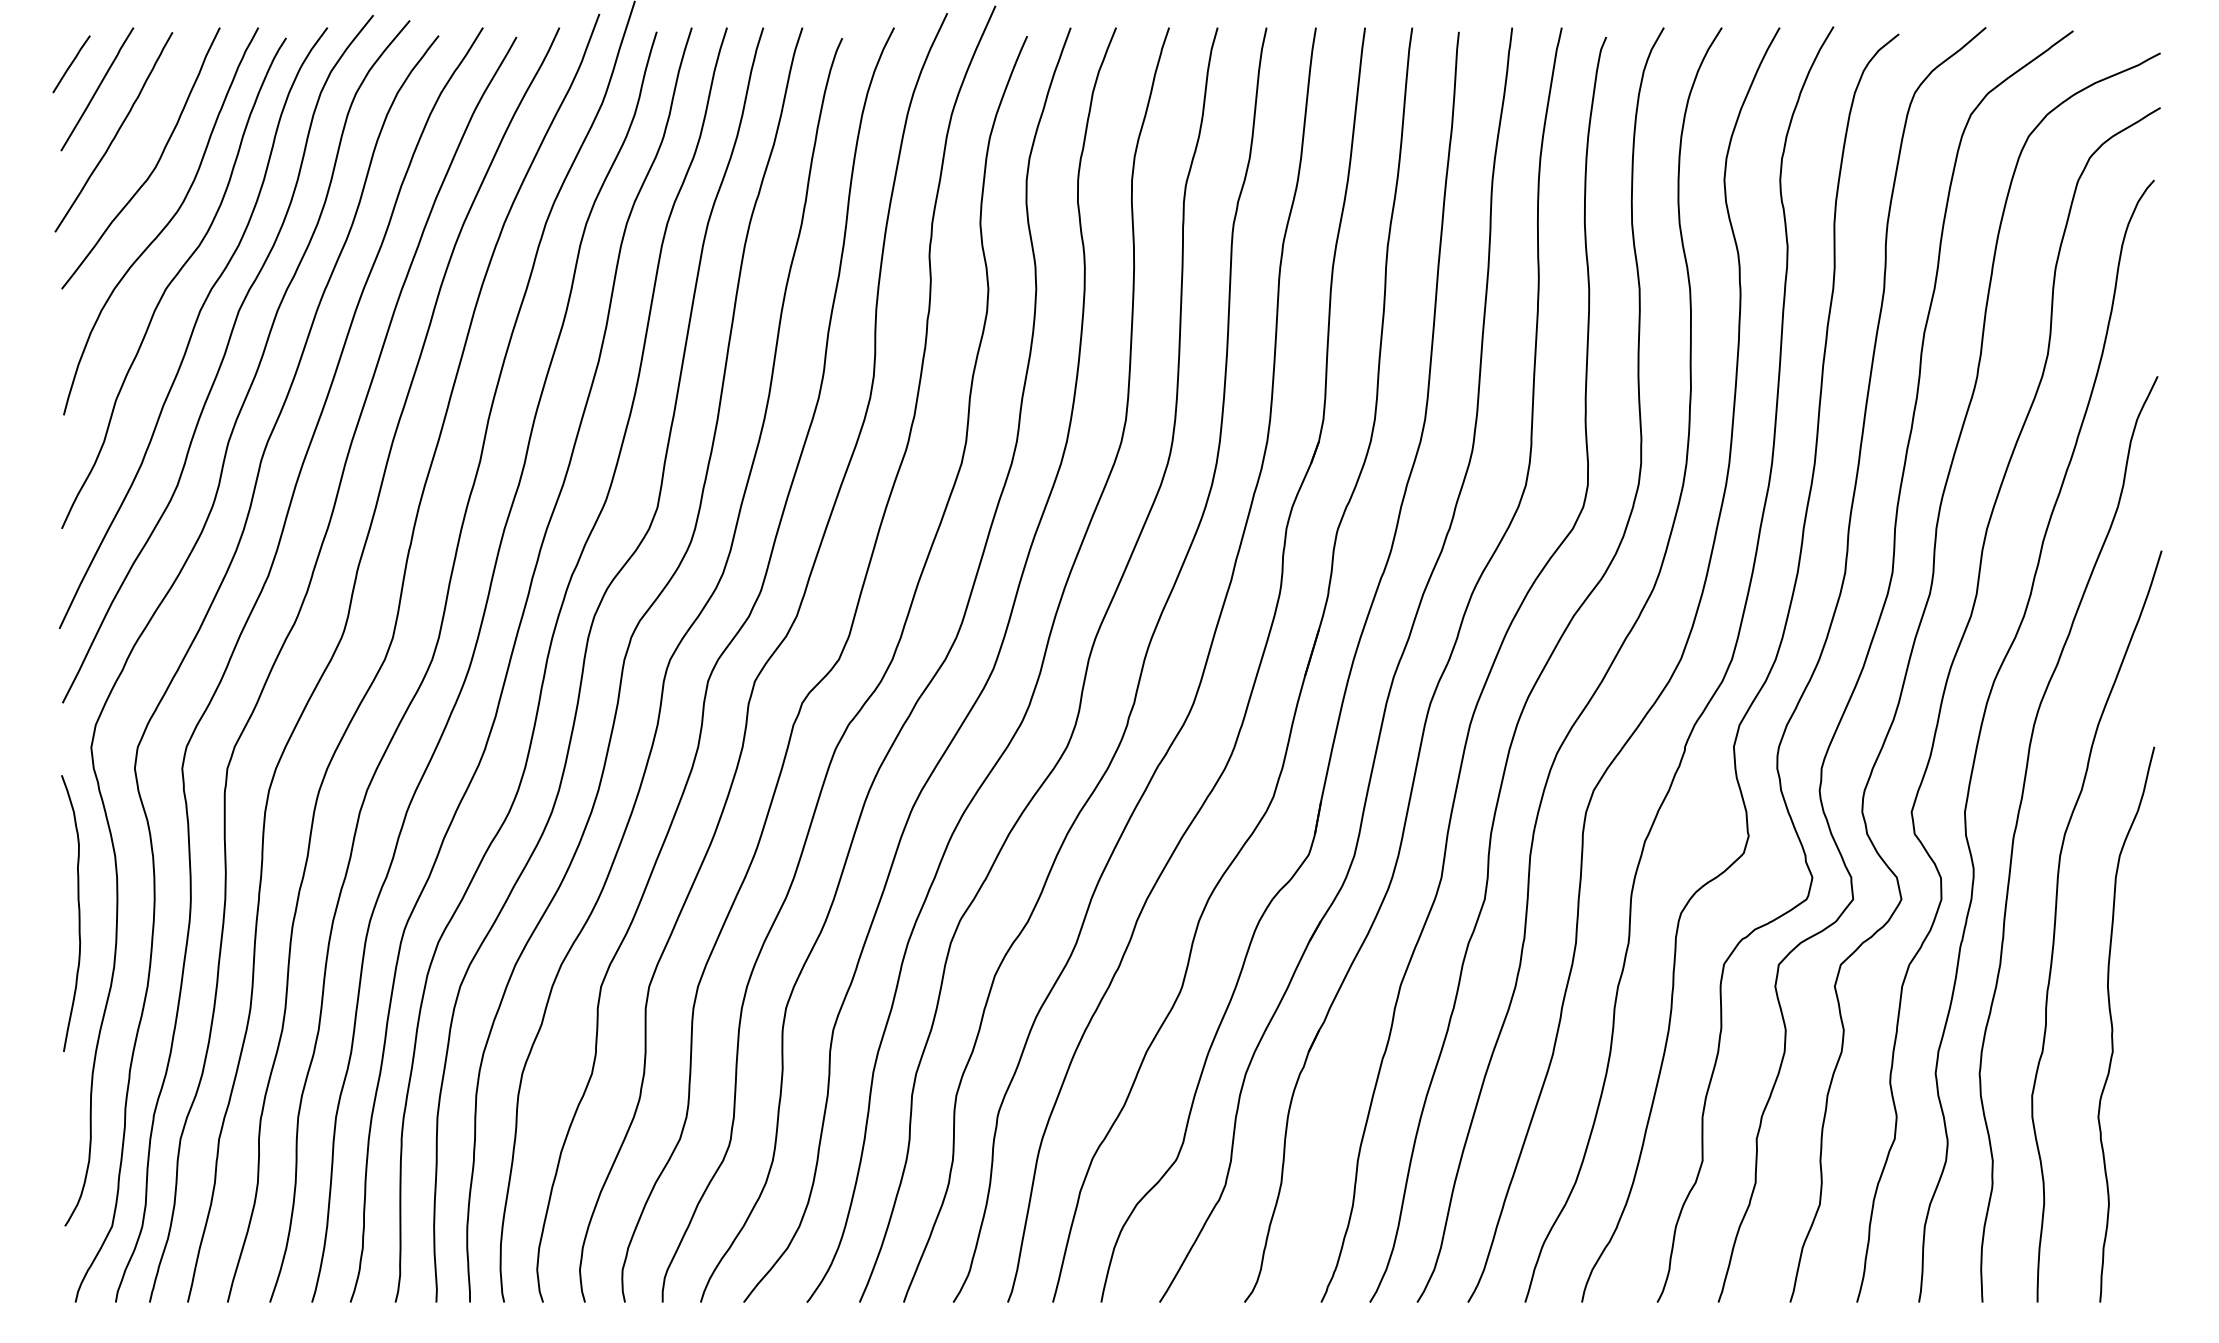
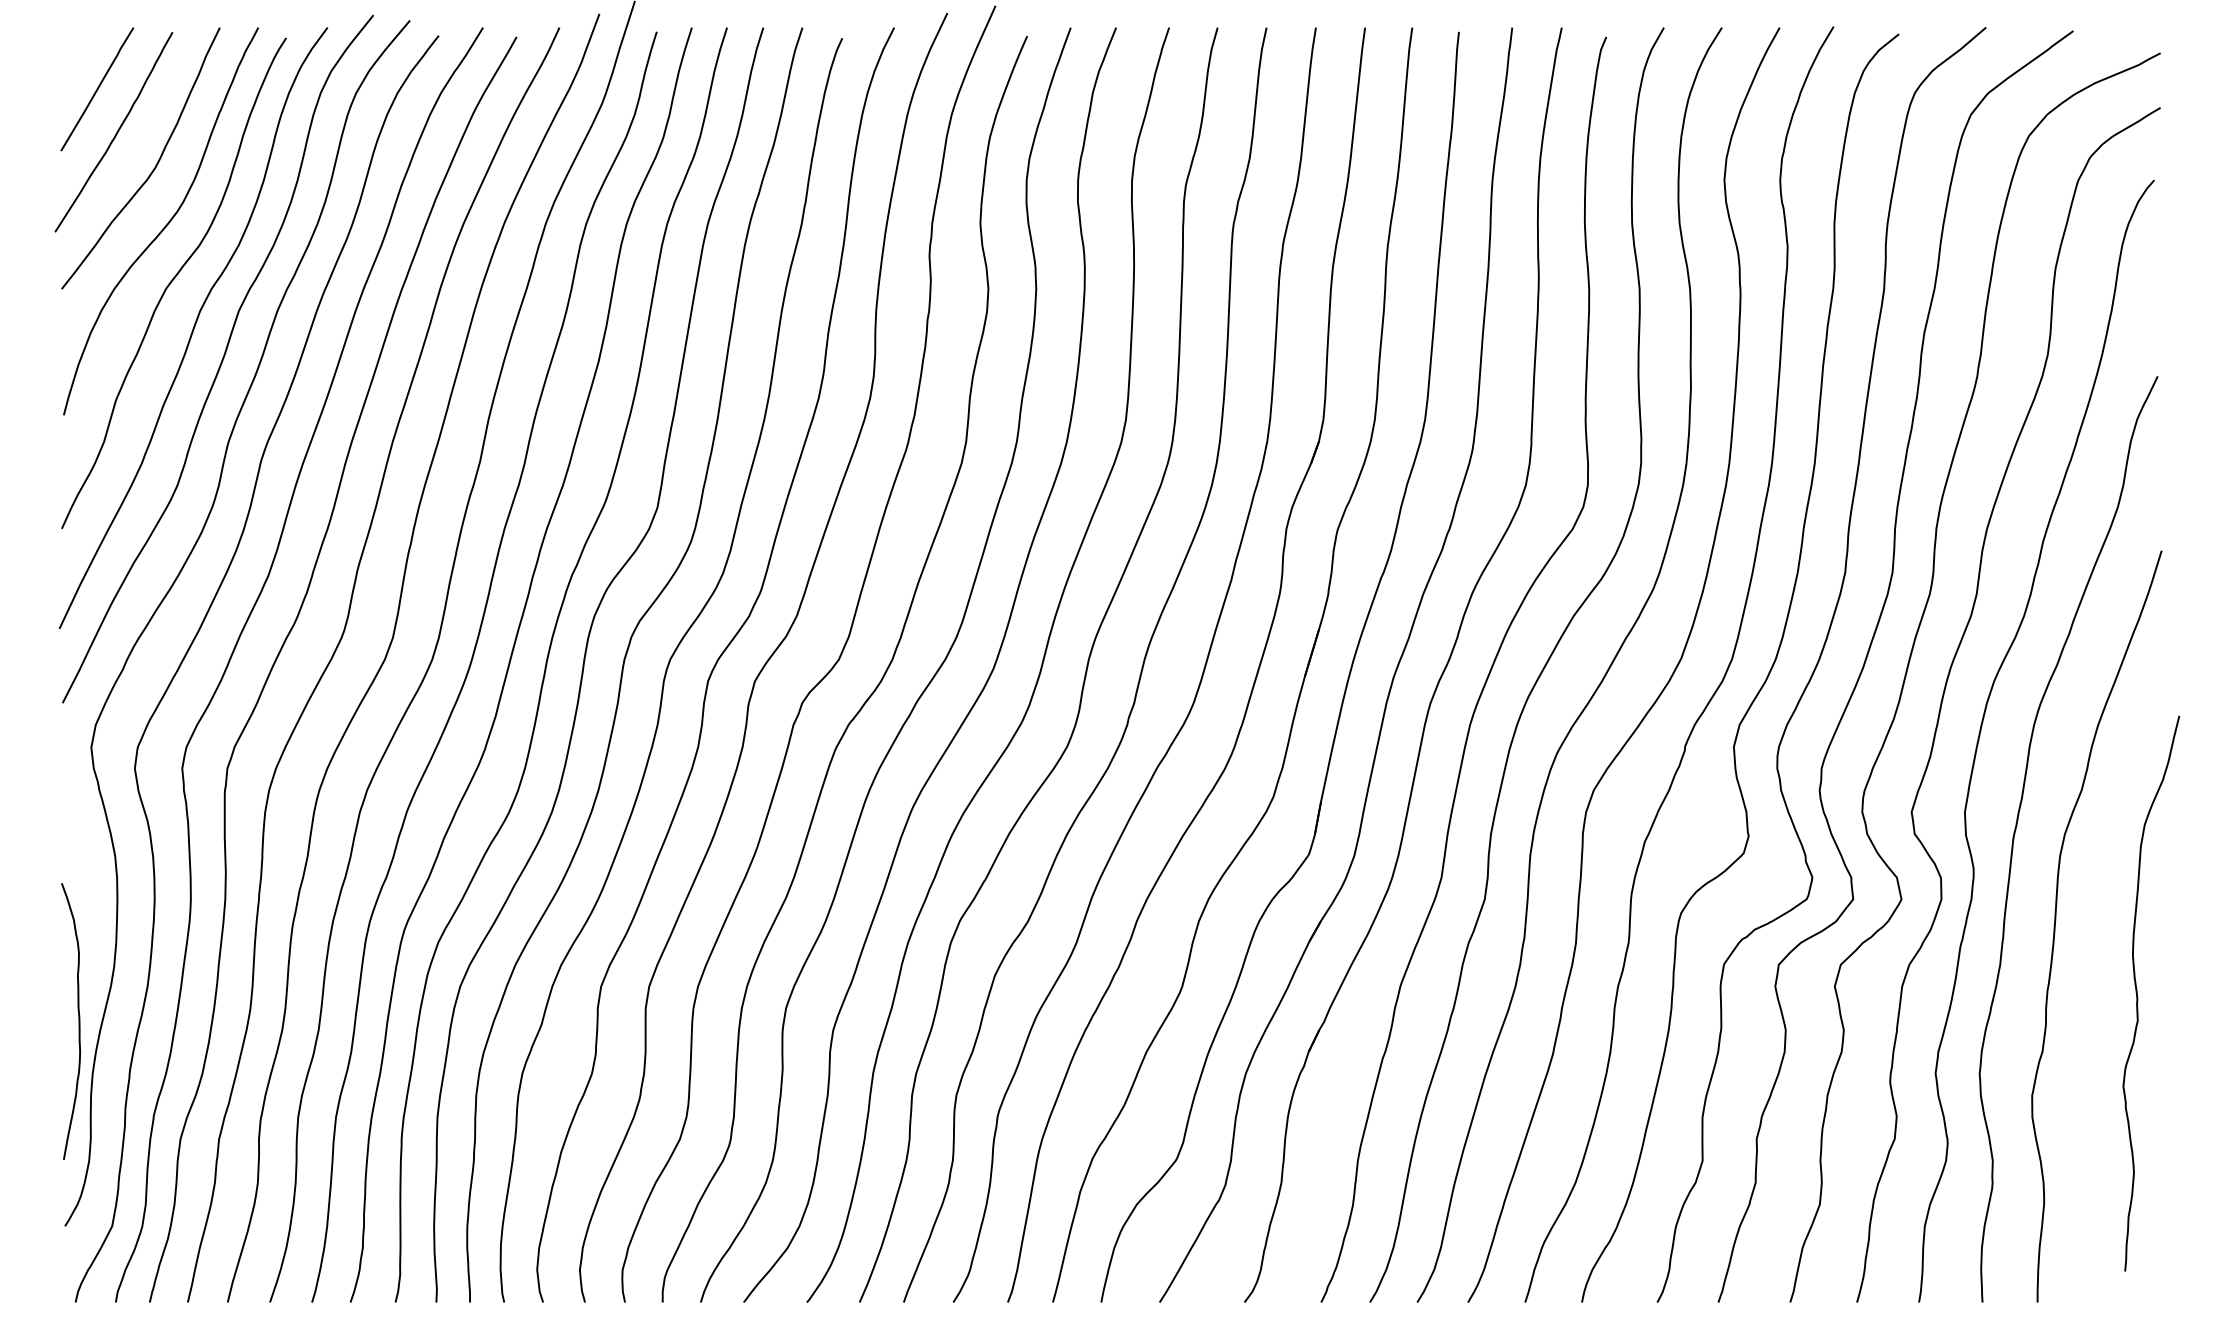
line at (71, 64): present -> none
curve at (78, 913) position: (78, 913) -> (78, 1021)
curve at (2113, 1028) position: (2113, 1028) -> (2138, 997)
